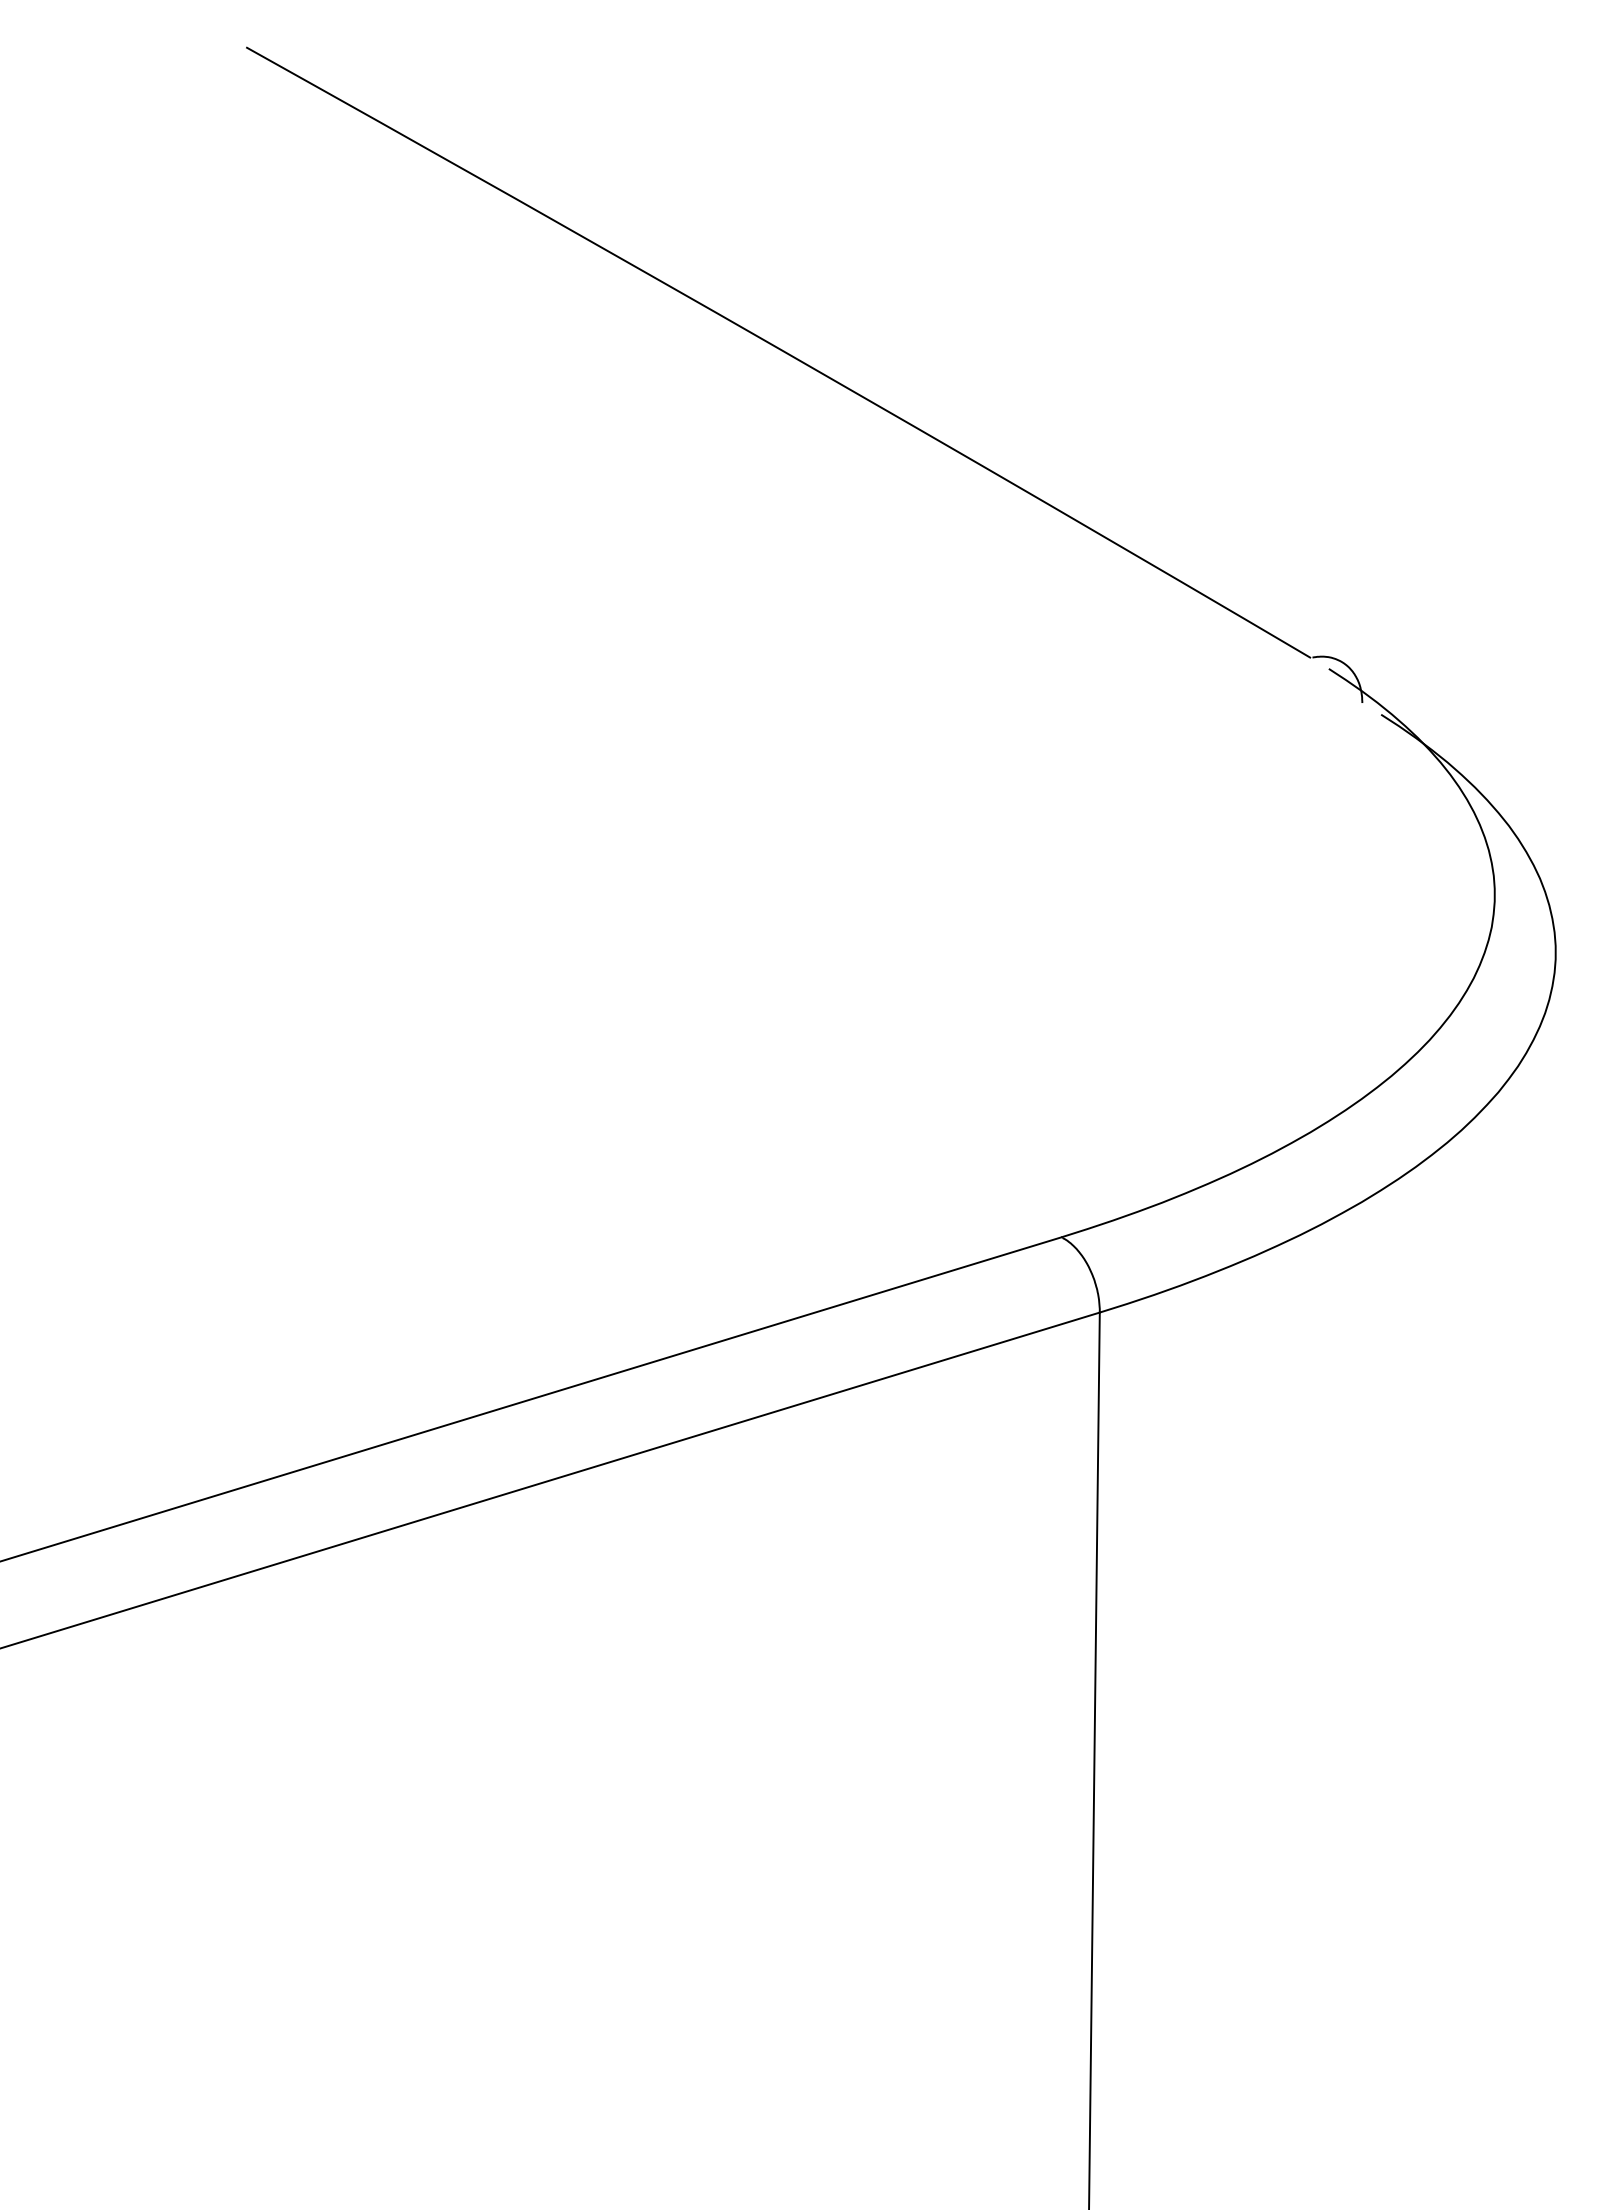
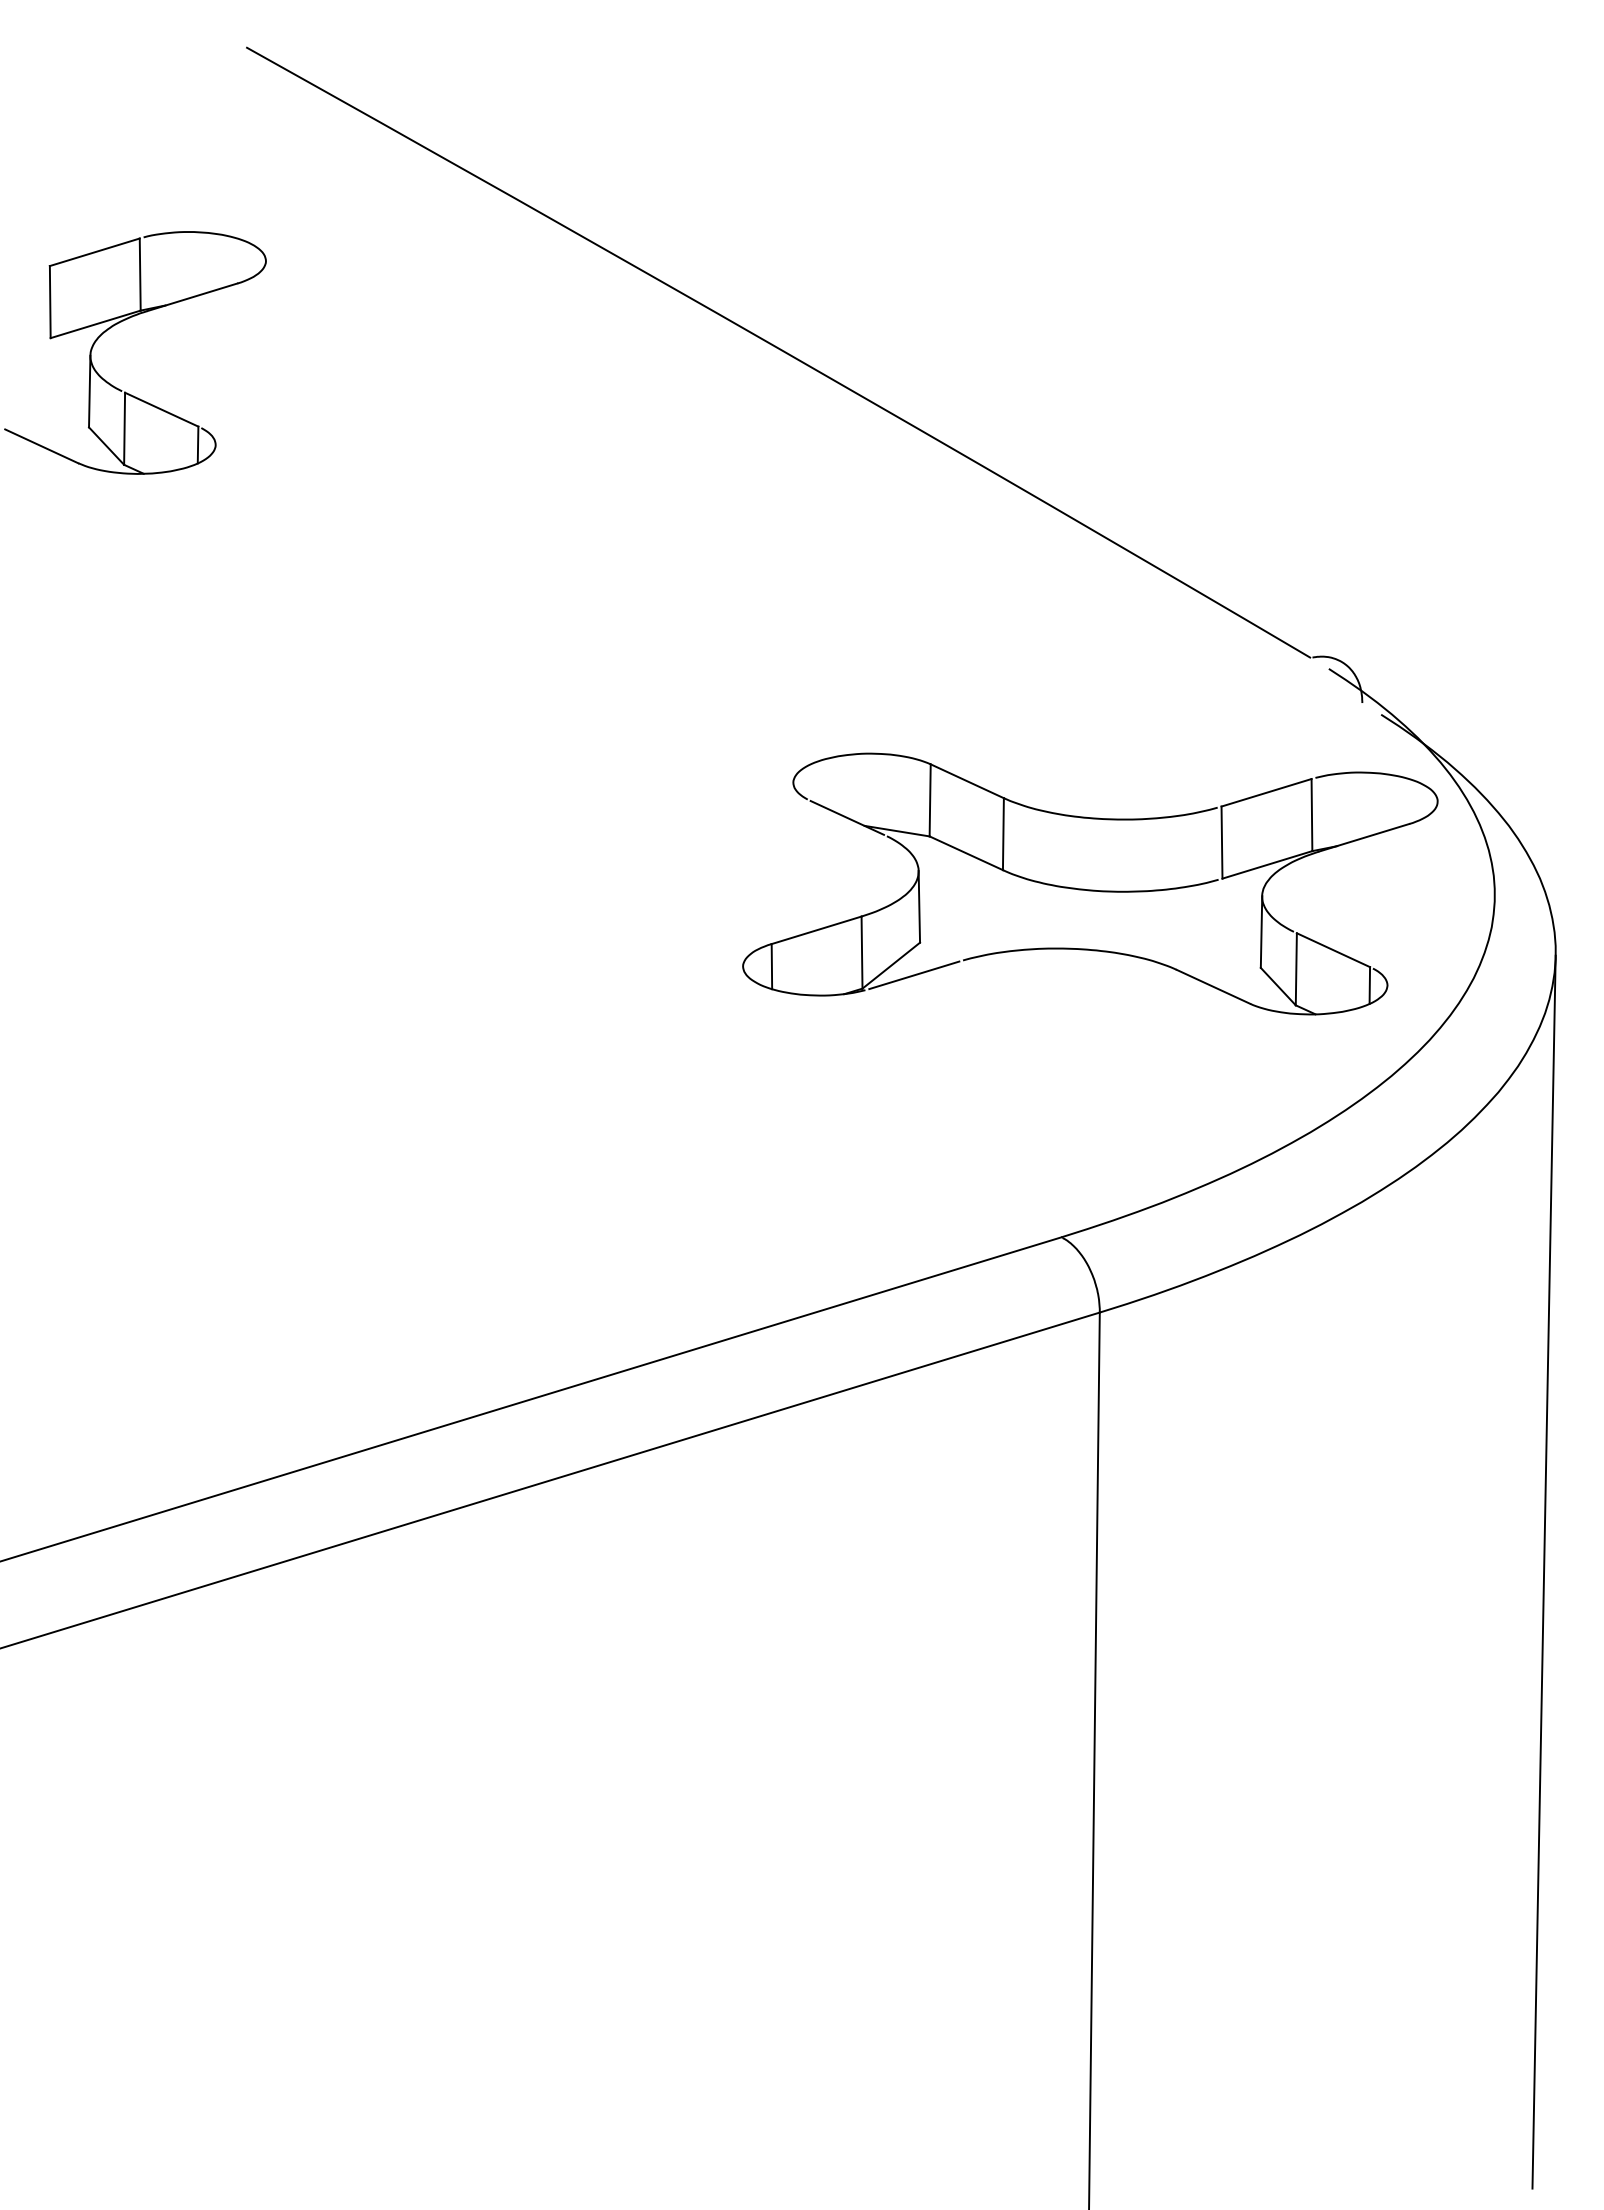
part at (121, 322): none -> present
part at (1090, 883): none -> present
line at (1543, 1571): none -> present
